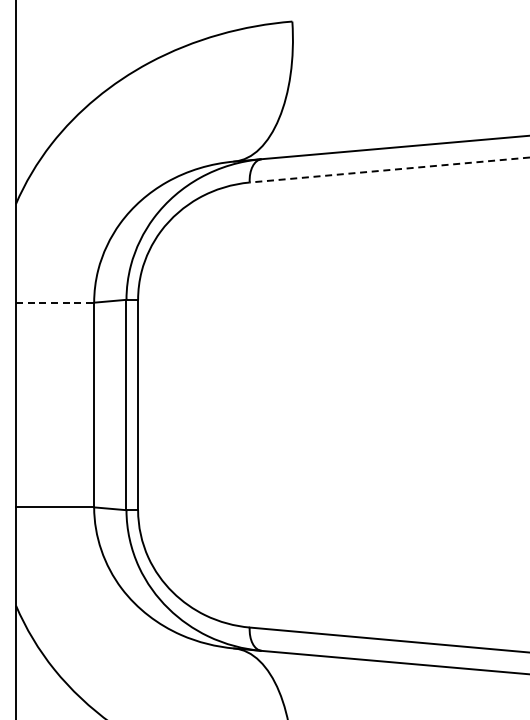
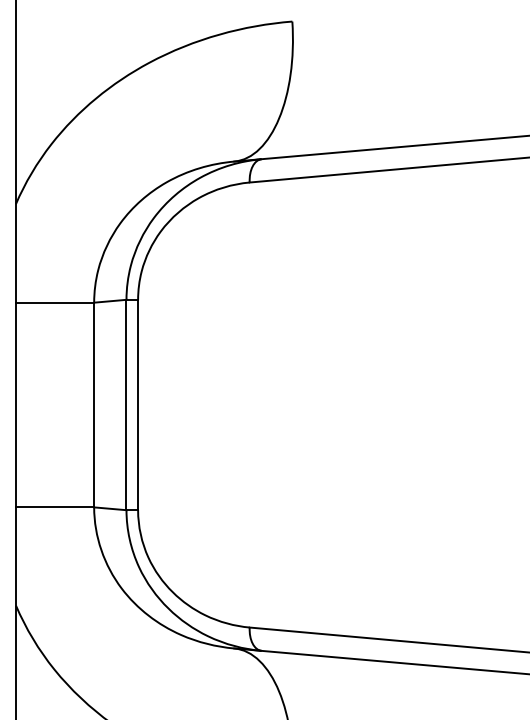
line at (389, 170): dashed -> solid
line at (55, 302): dashed -> solid
